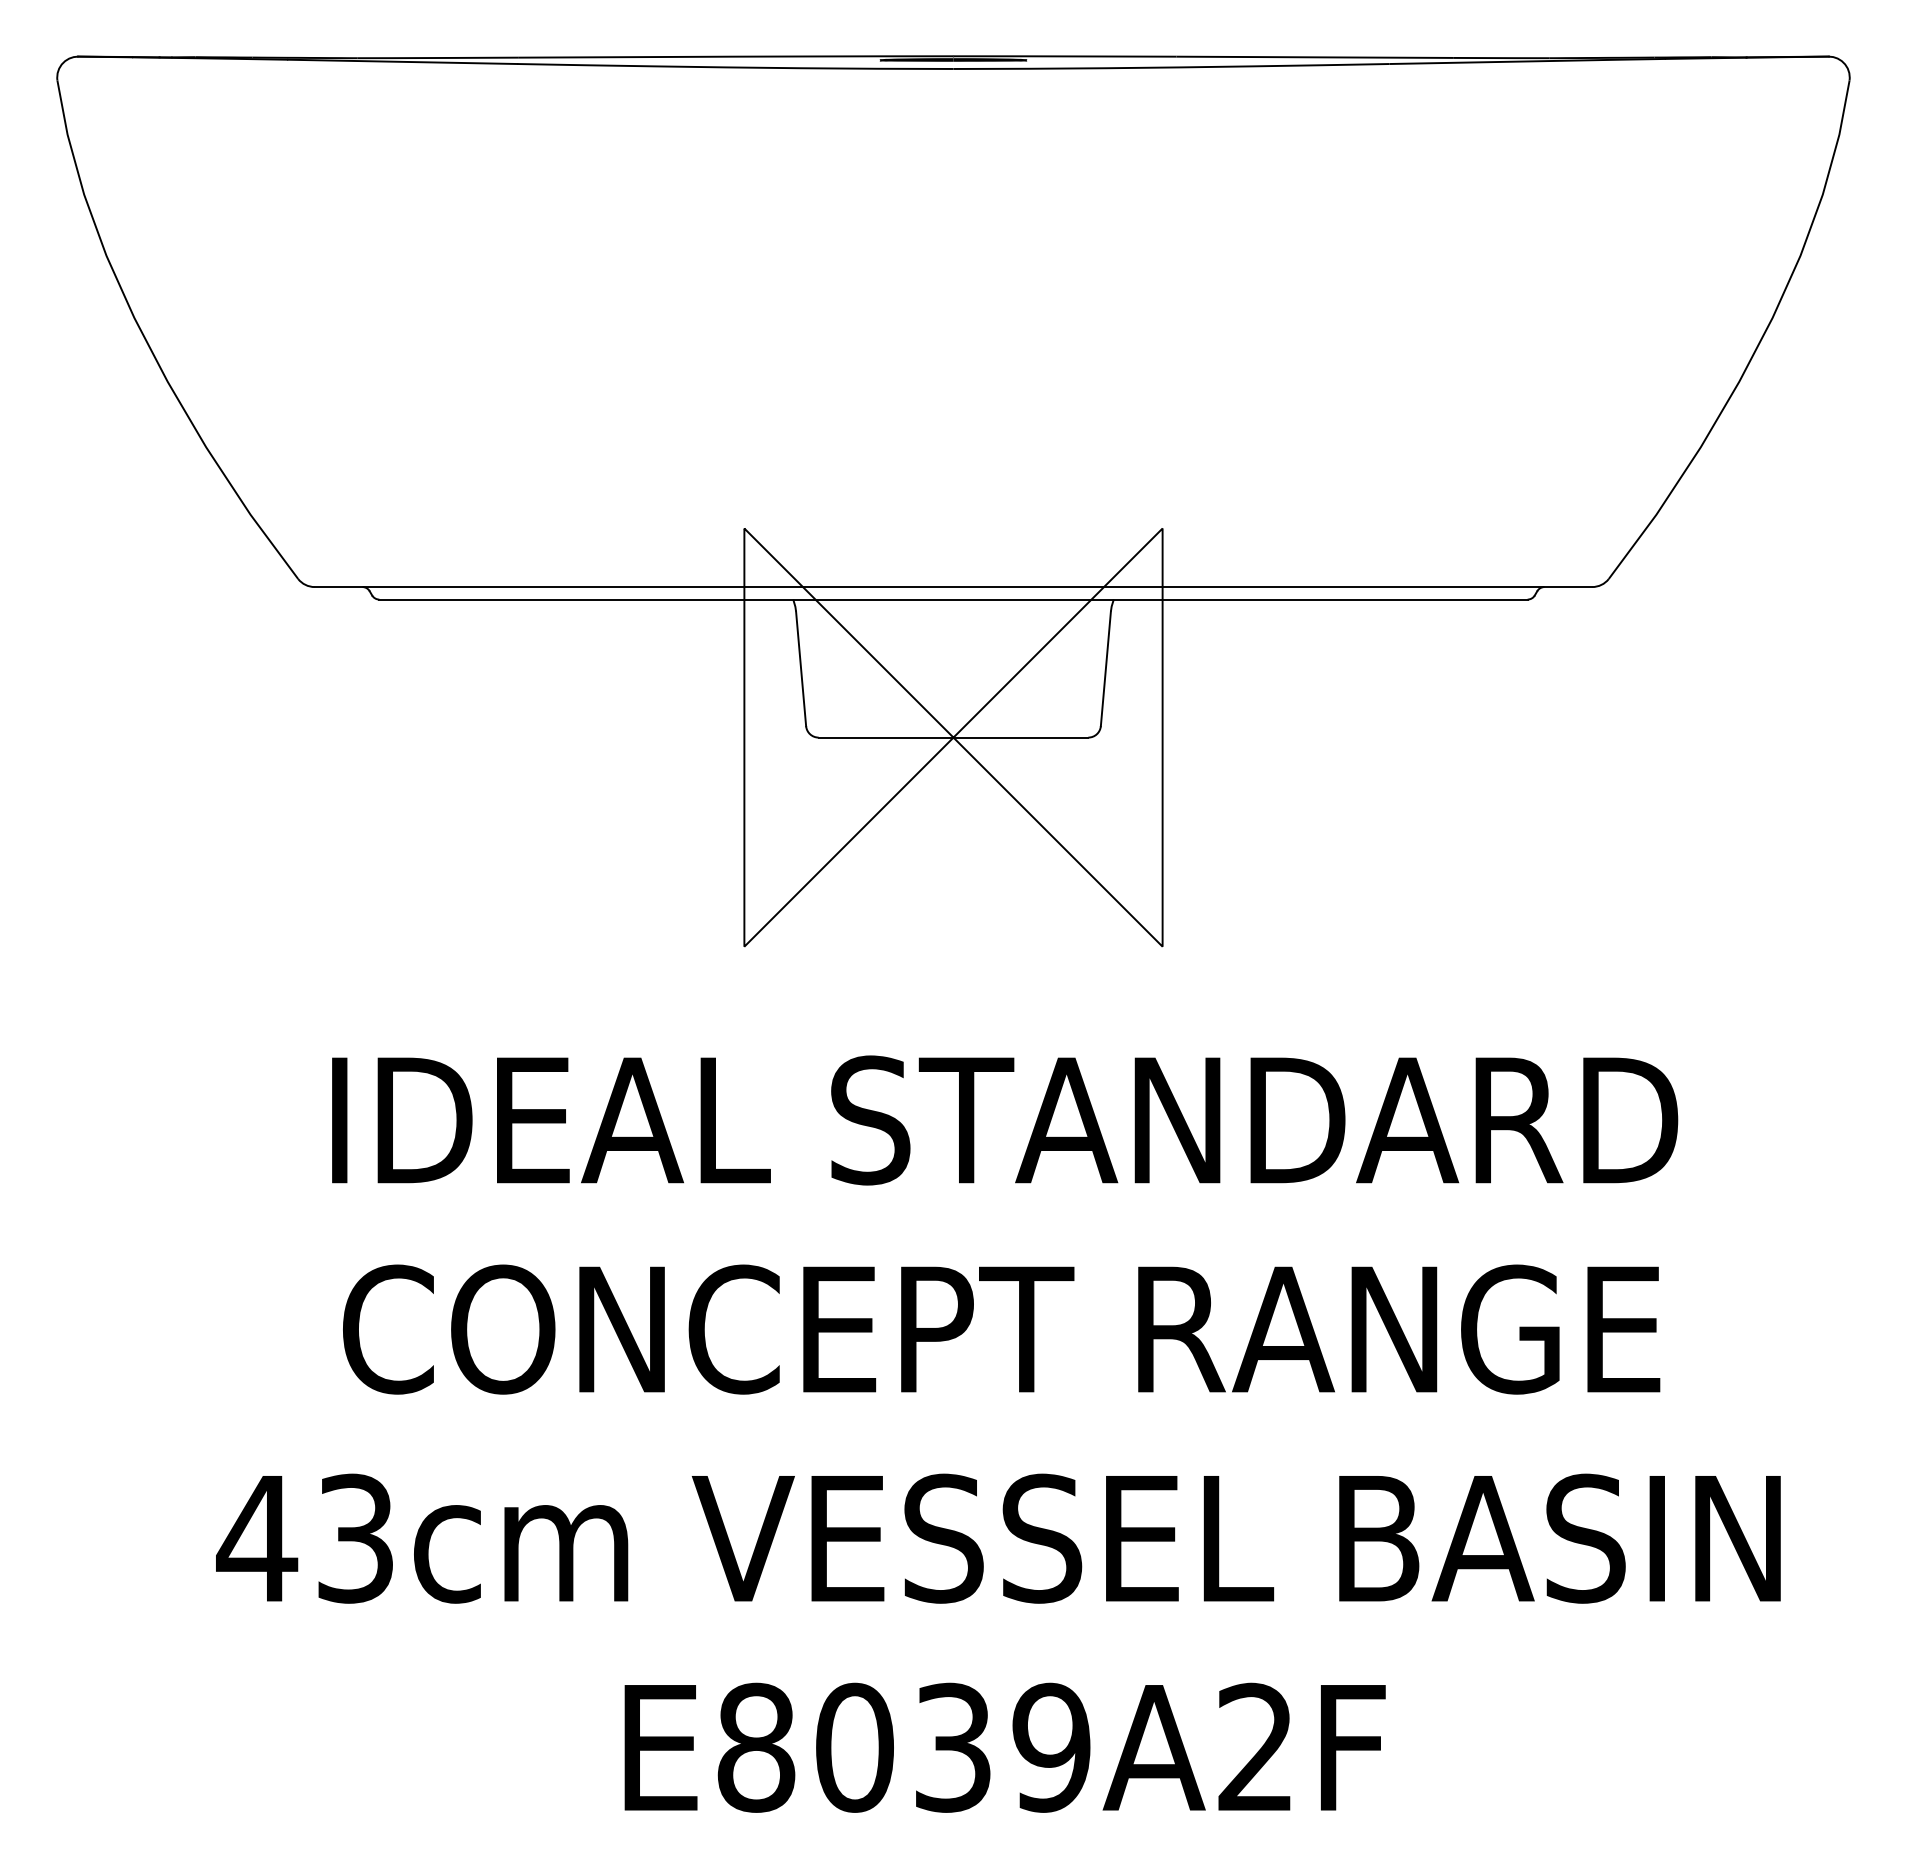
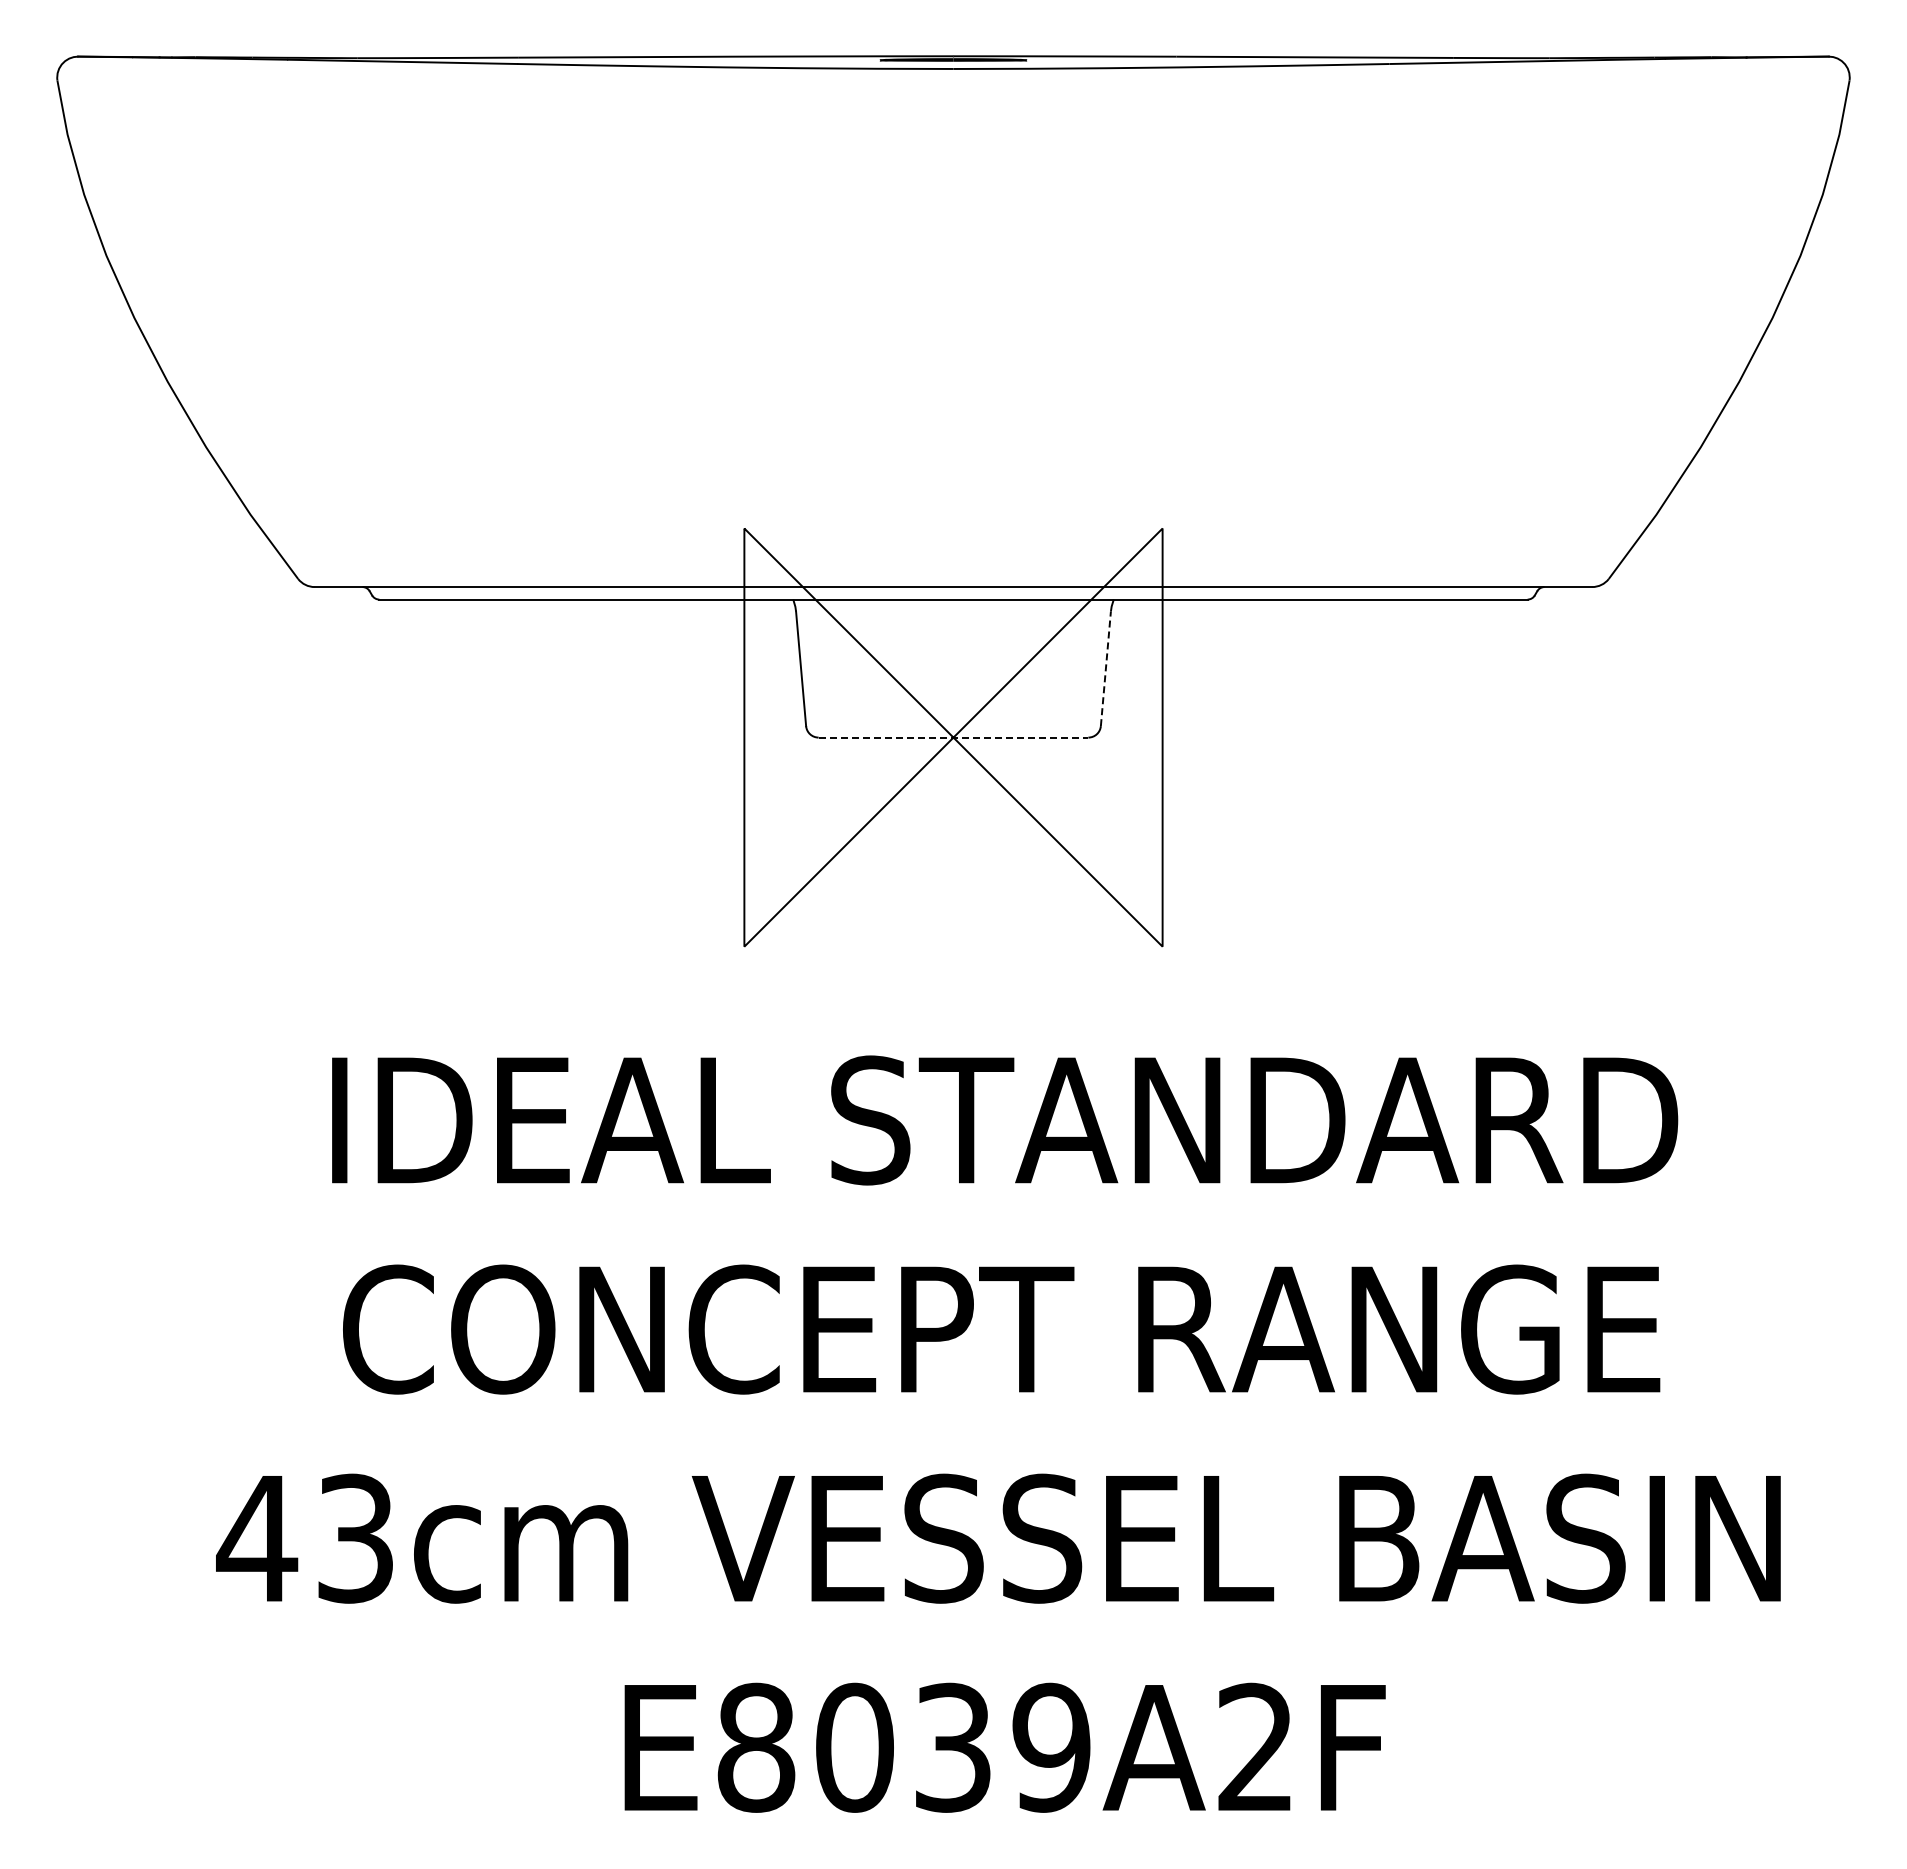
line at (1105, 668): solid -> dashed
line at (953, 737): solid -> dashed
